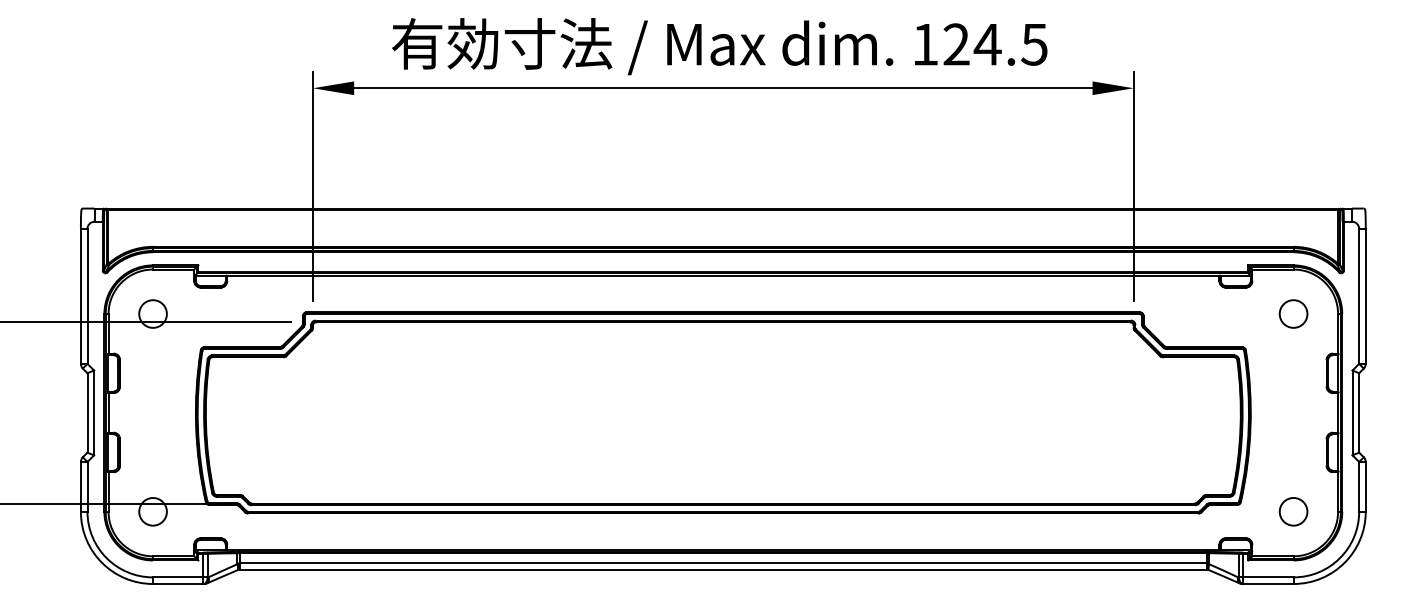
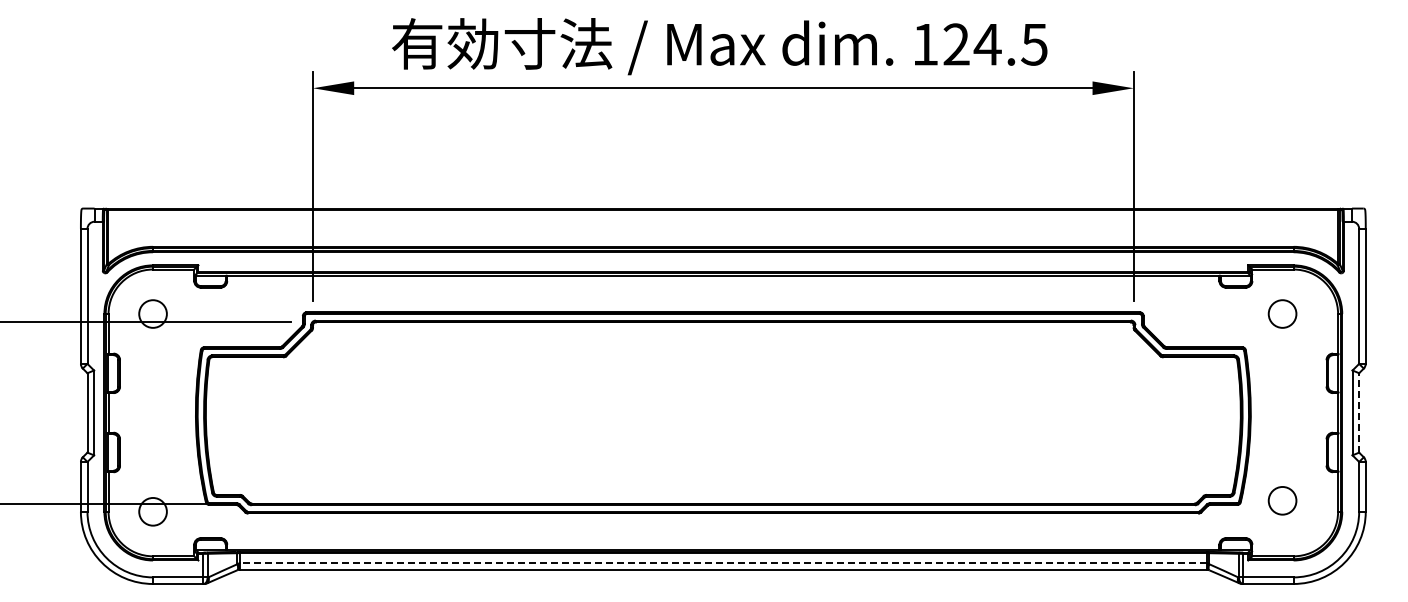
circle at (1293, 313) position: (1293, 313) -> (1282, 313)
line at (1359, 412): solid -> dashed
circle at (1293, 511) position: (1293, 511) -> (1282, 500)
line at (722, 563): solid -> dashed
